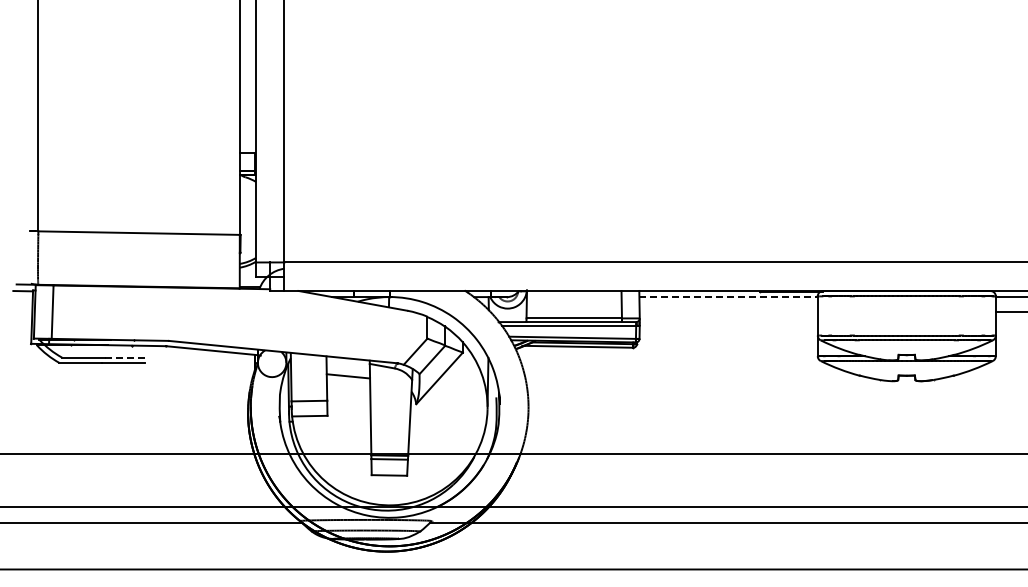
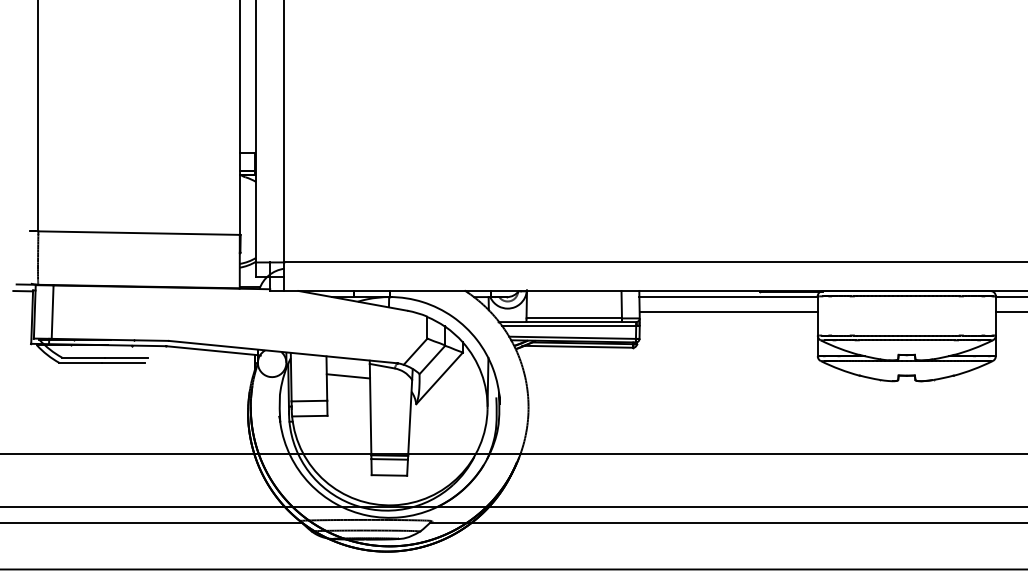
line at (729, 297): dashed -> solid
line at (728, 311): none -> present
line at (127, 357): dashed -> solid
